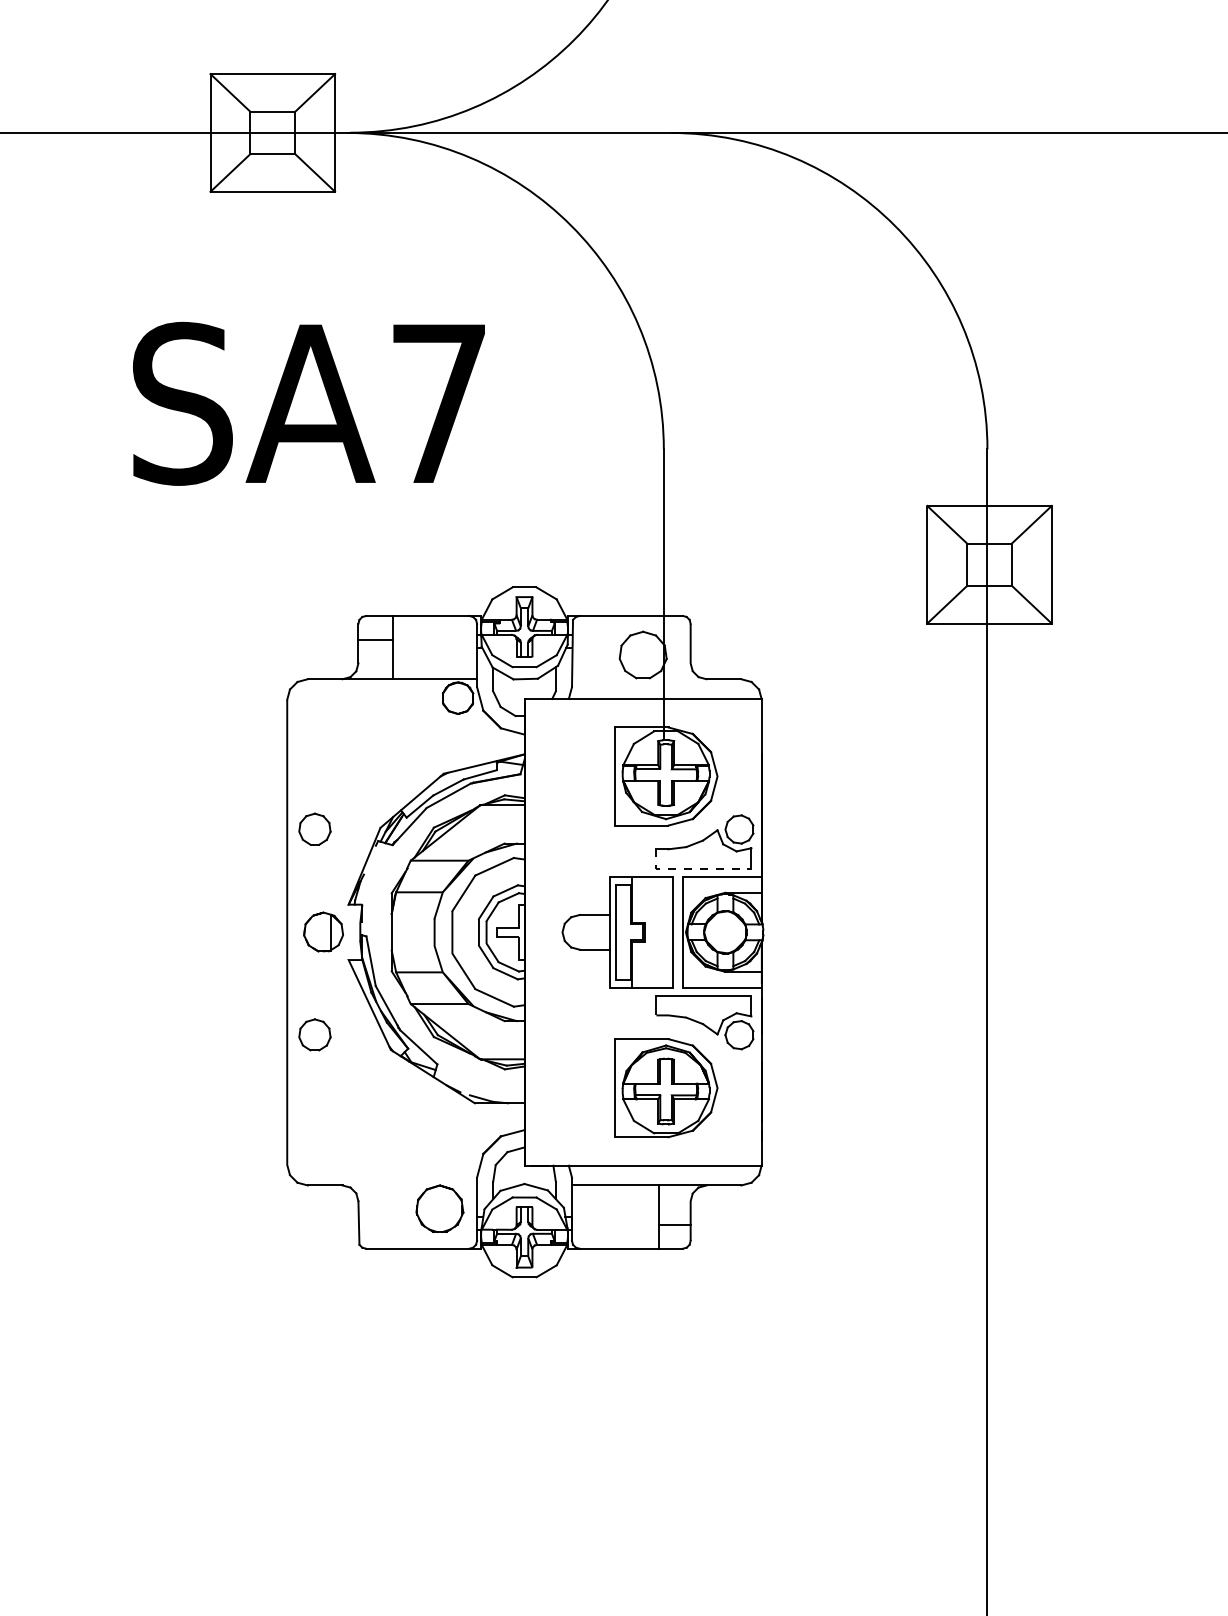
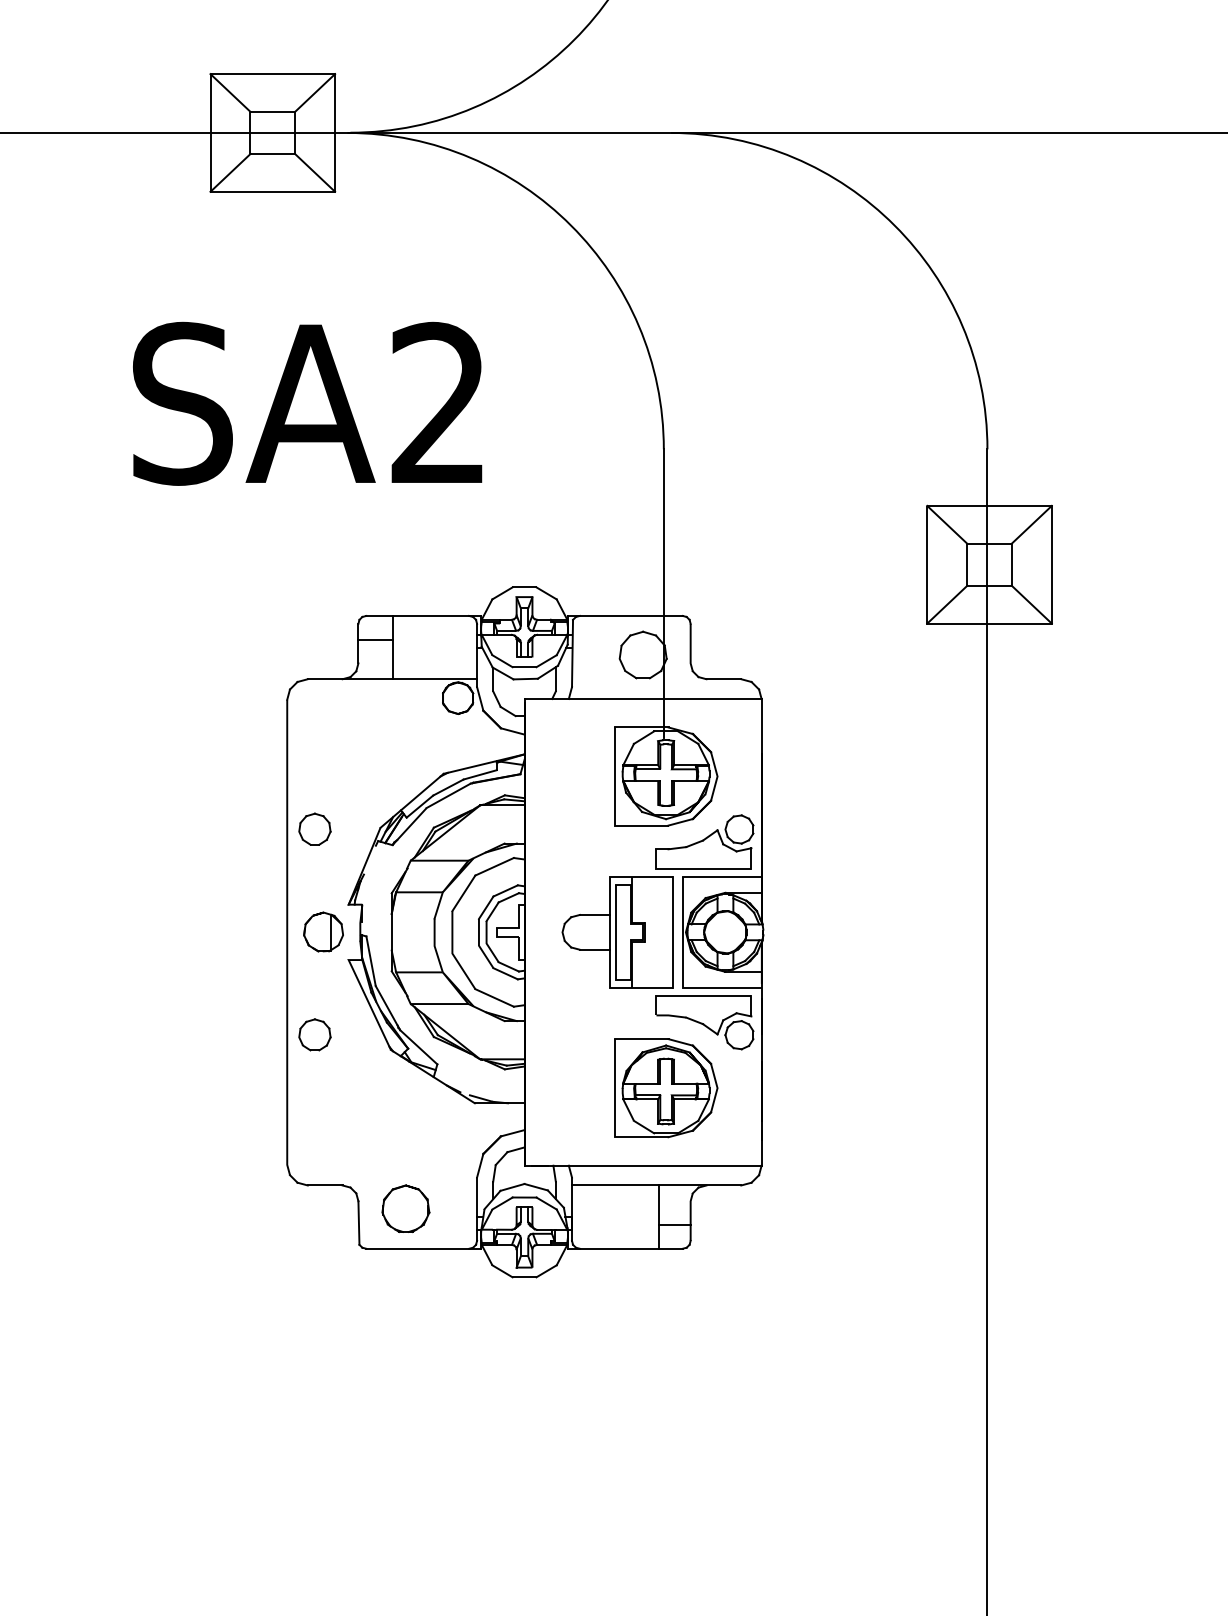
text at (437, 401): SA7 -> SA2
line at (693, 869): dashed -> solid
part at (439, 1208) position: (439, 1208) -> (405, 1208)
